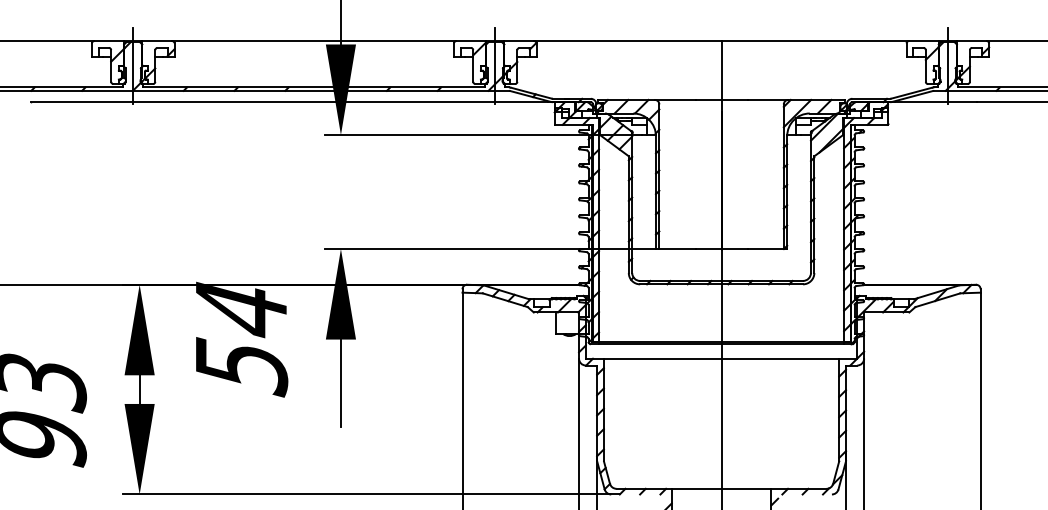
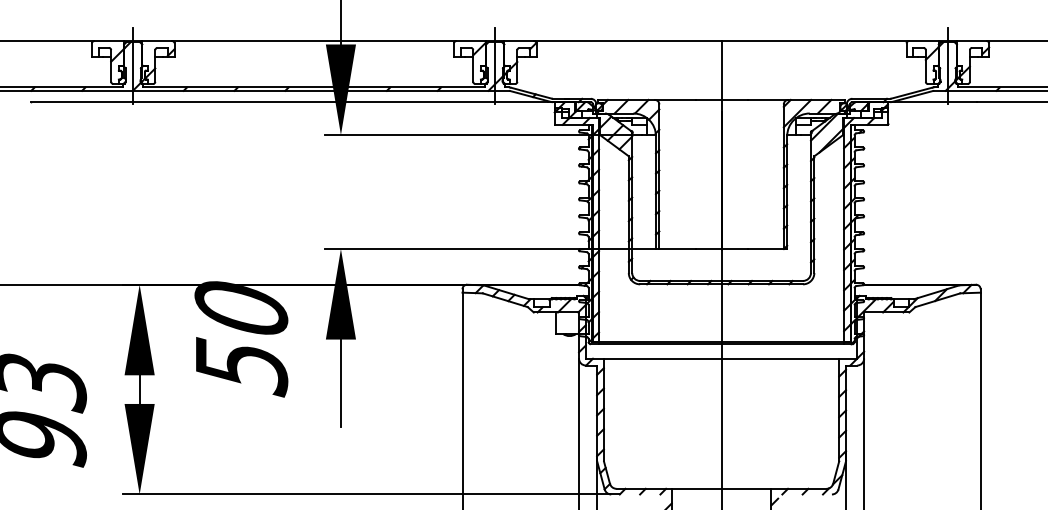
text at (241, 309): 54 -> 50
